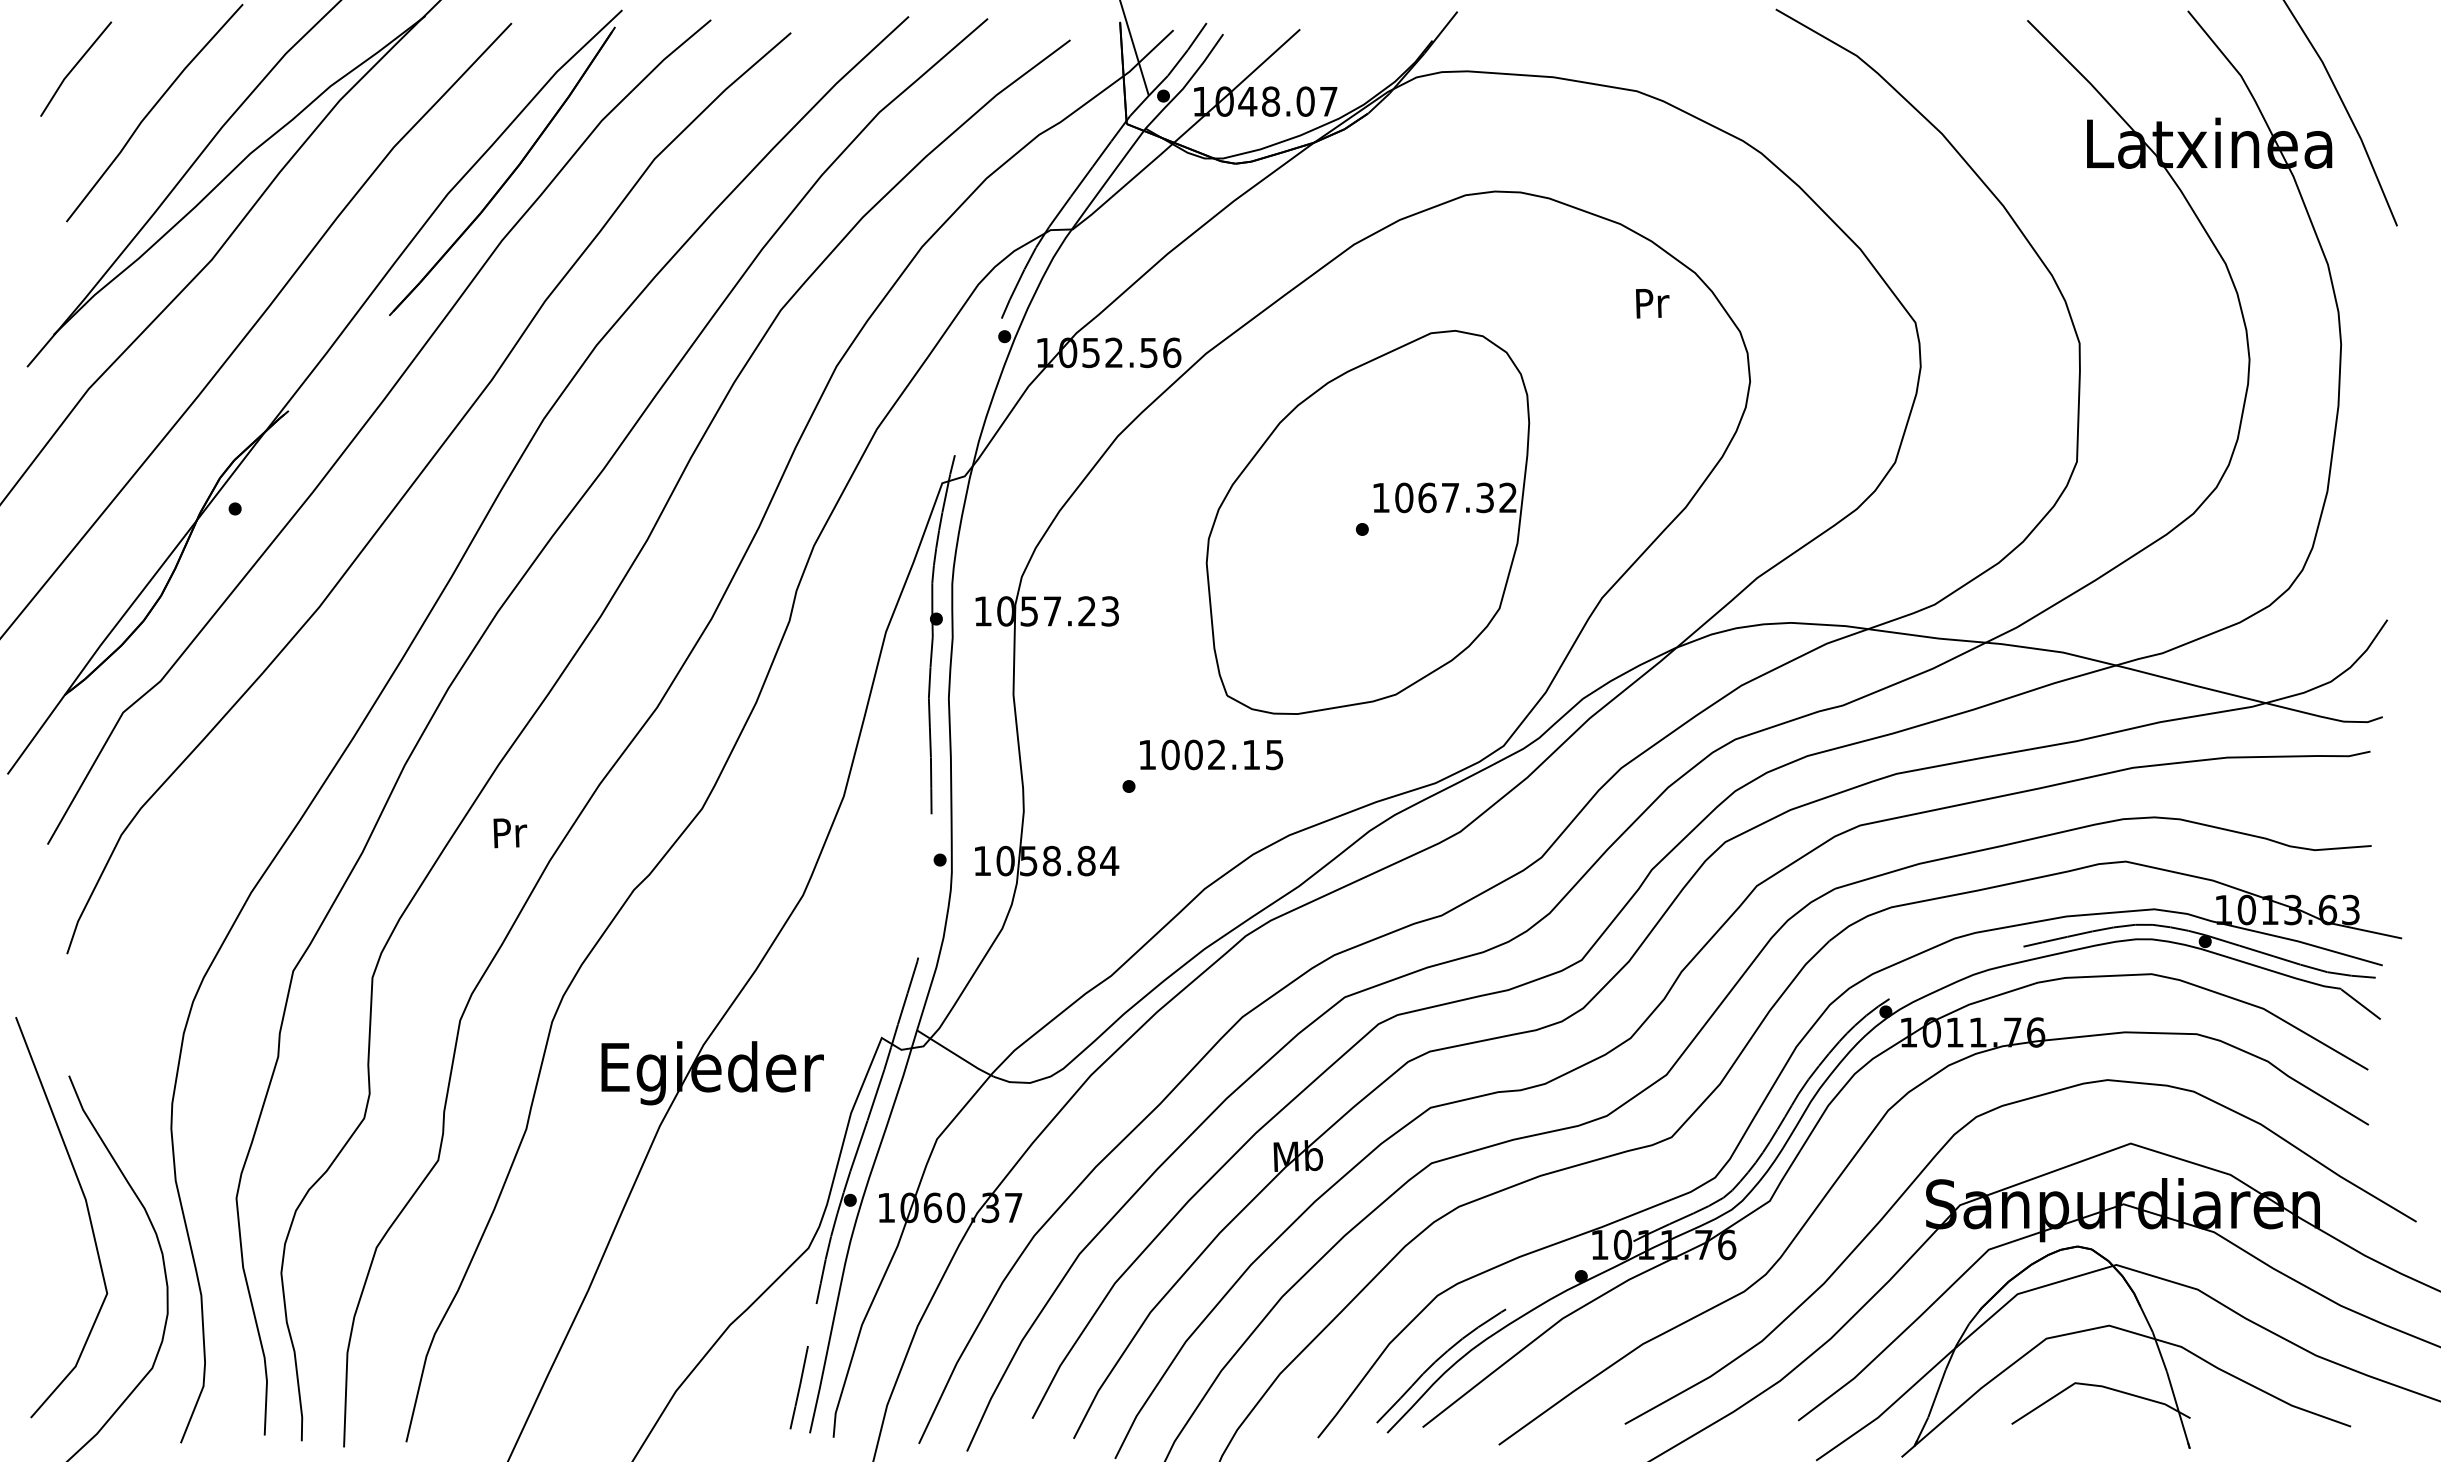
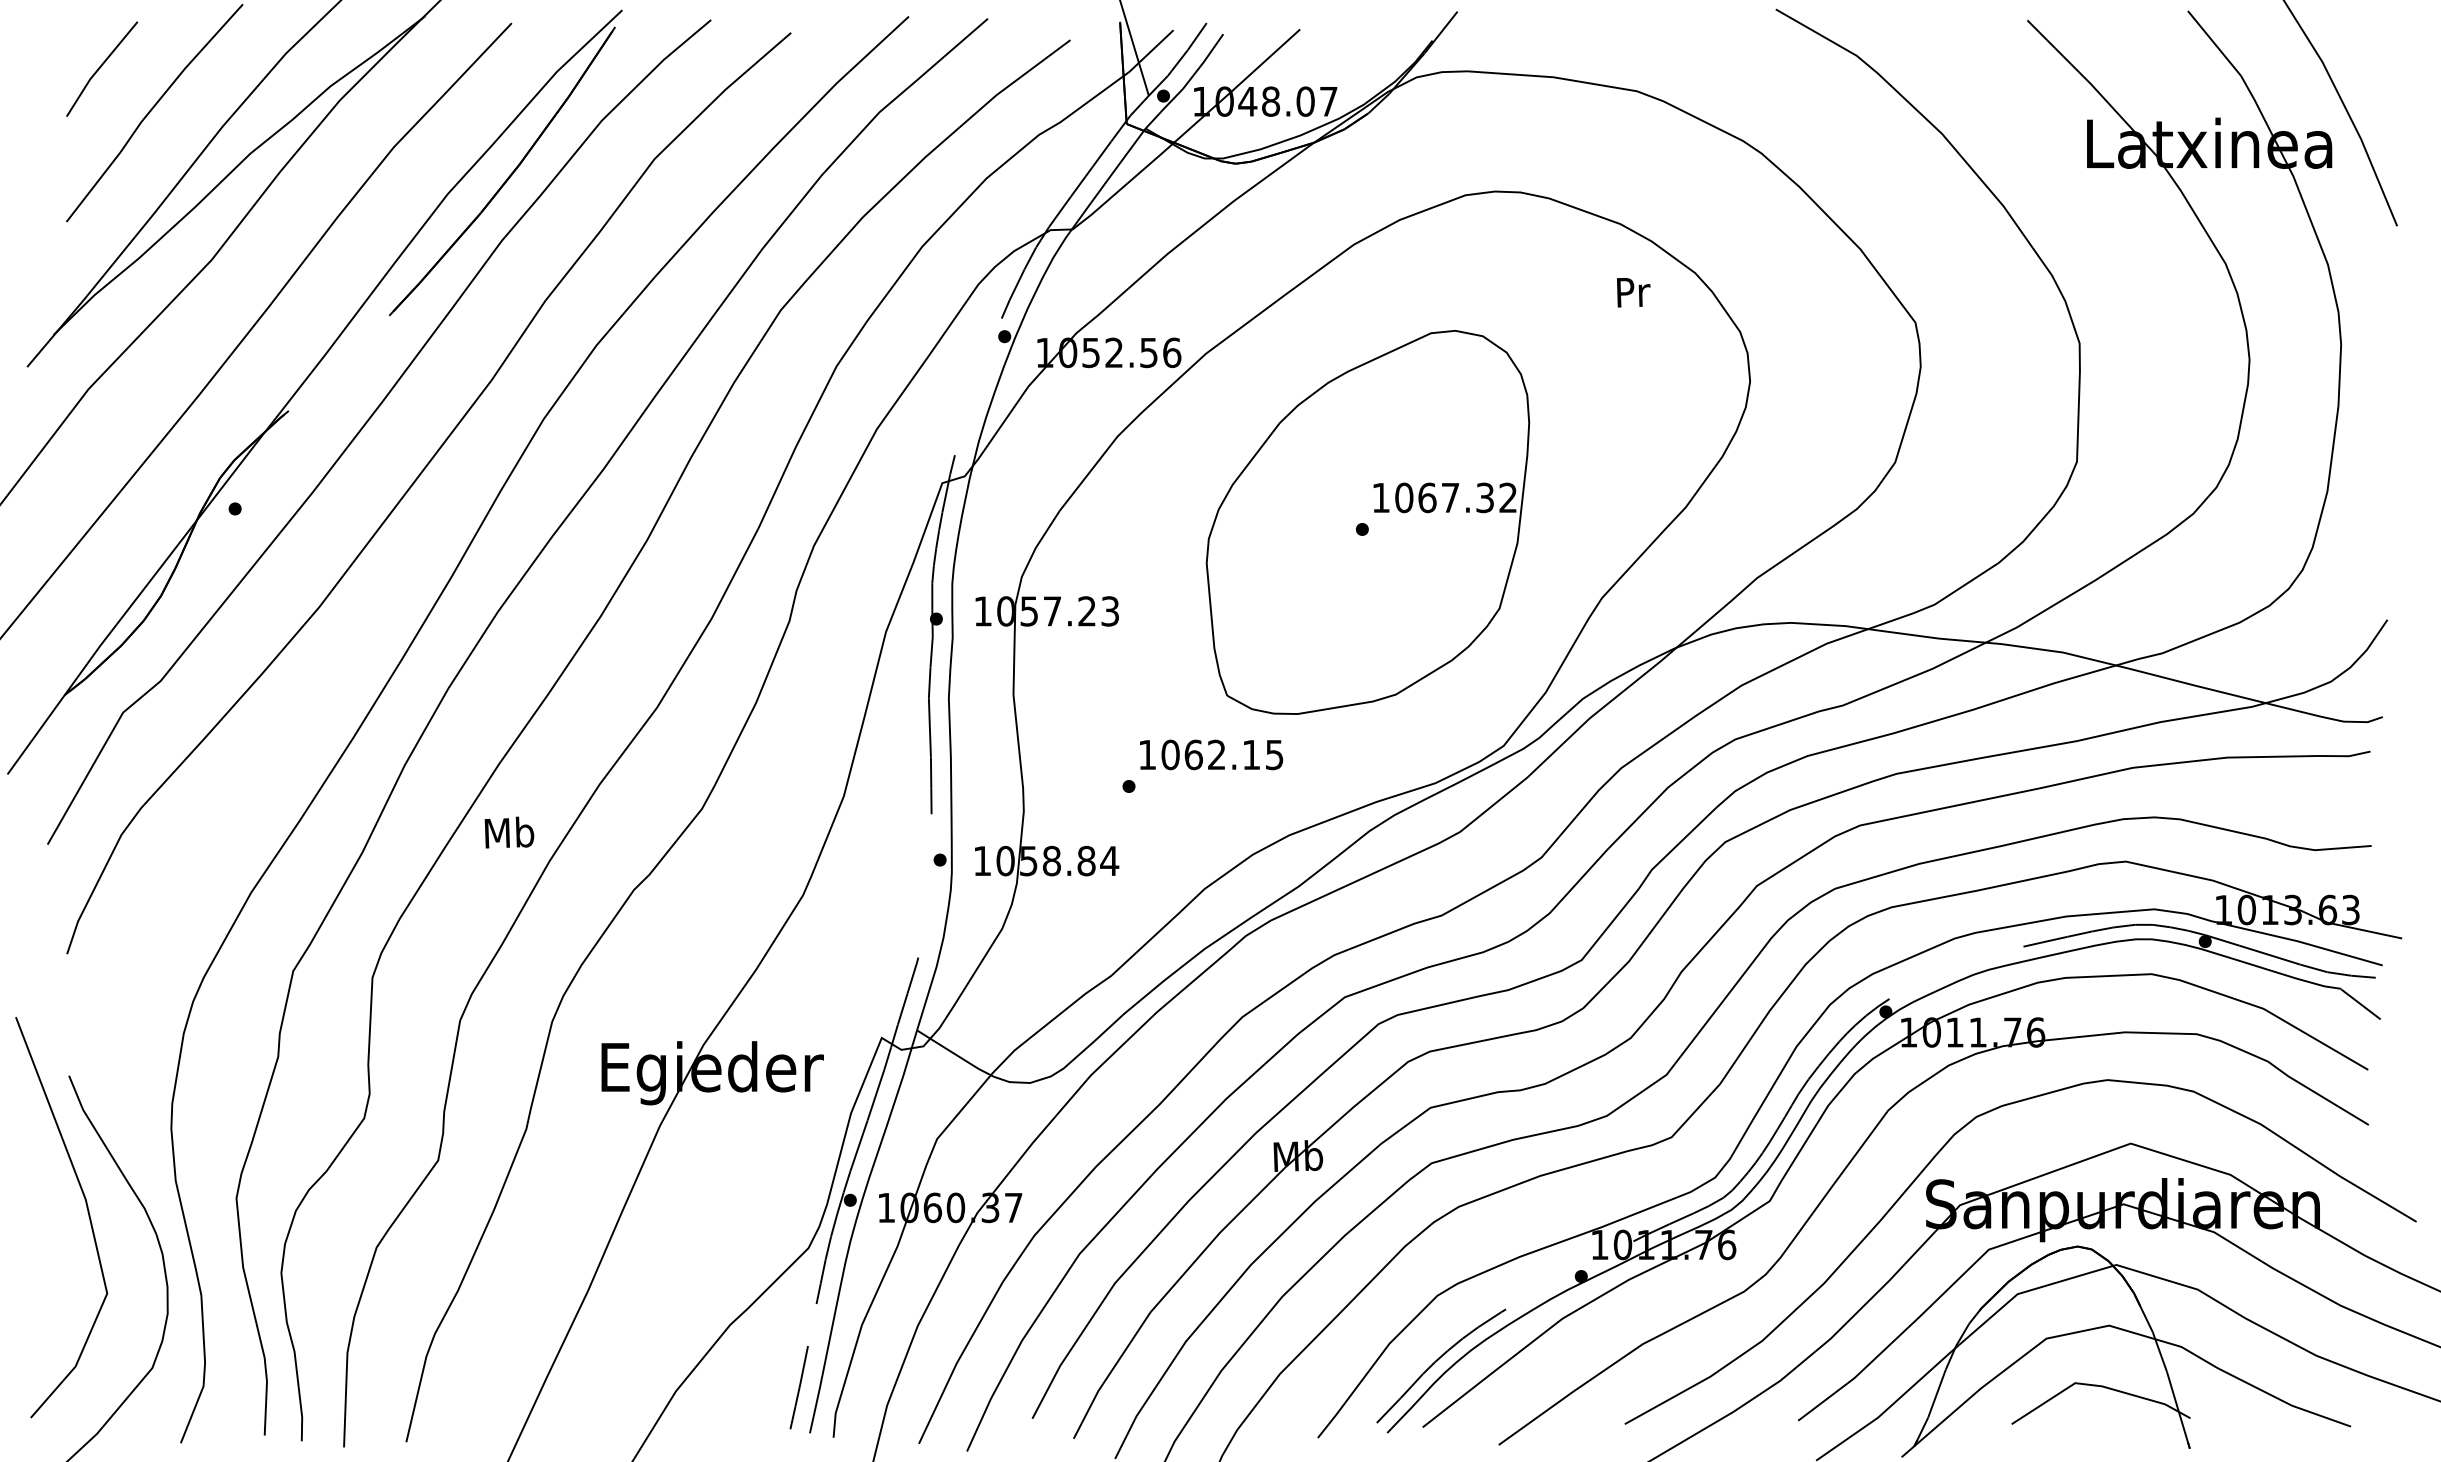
line at (75, 67) position: (75, 67) -> (101, 67)
text at (1652, 303) position: (1652, 303) -> (1633, 292)
text at (1193, 754): 1002.15 -> 1062.15
text at (509, 832): Pr -> Mb
